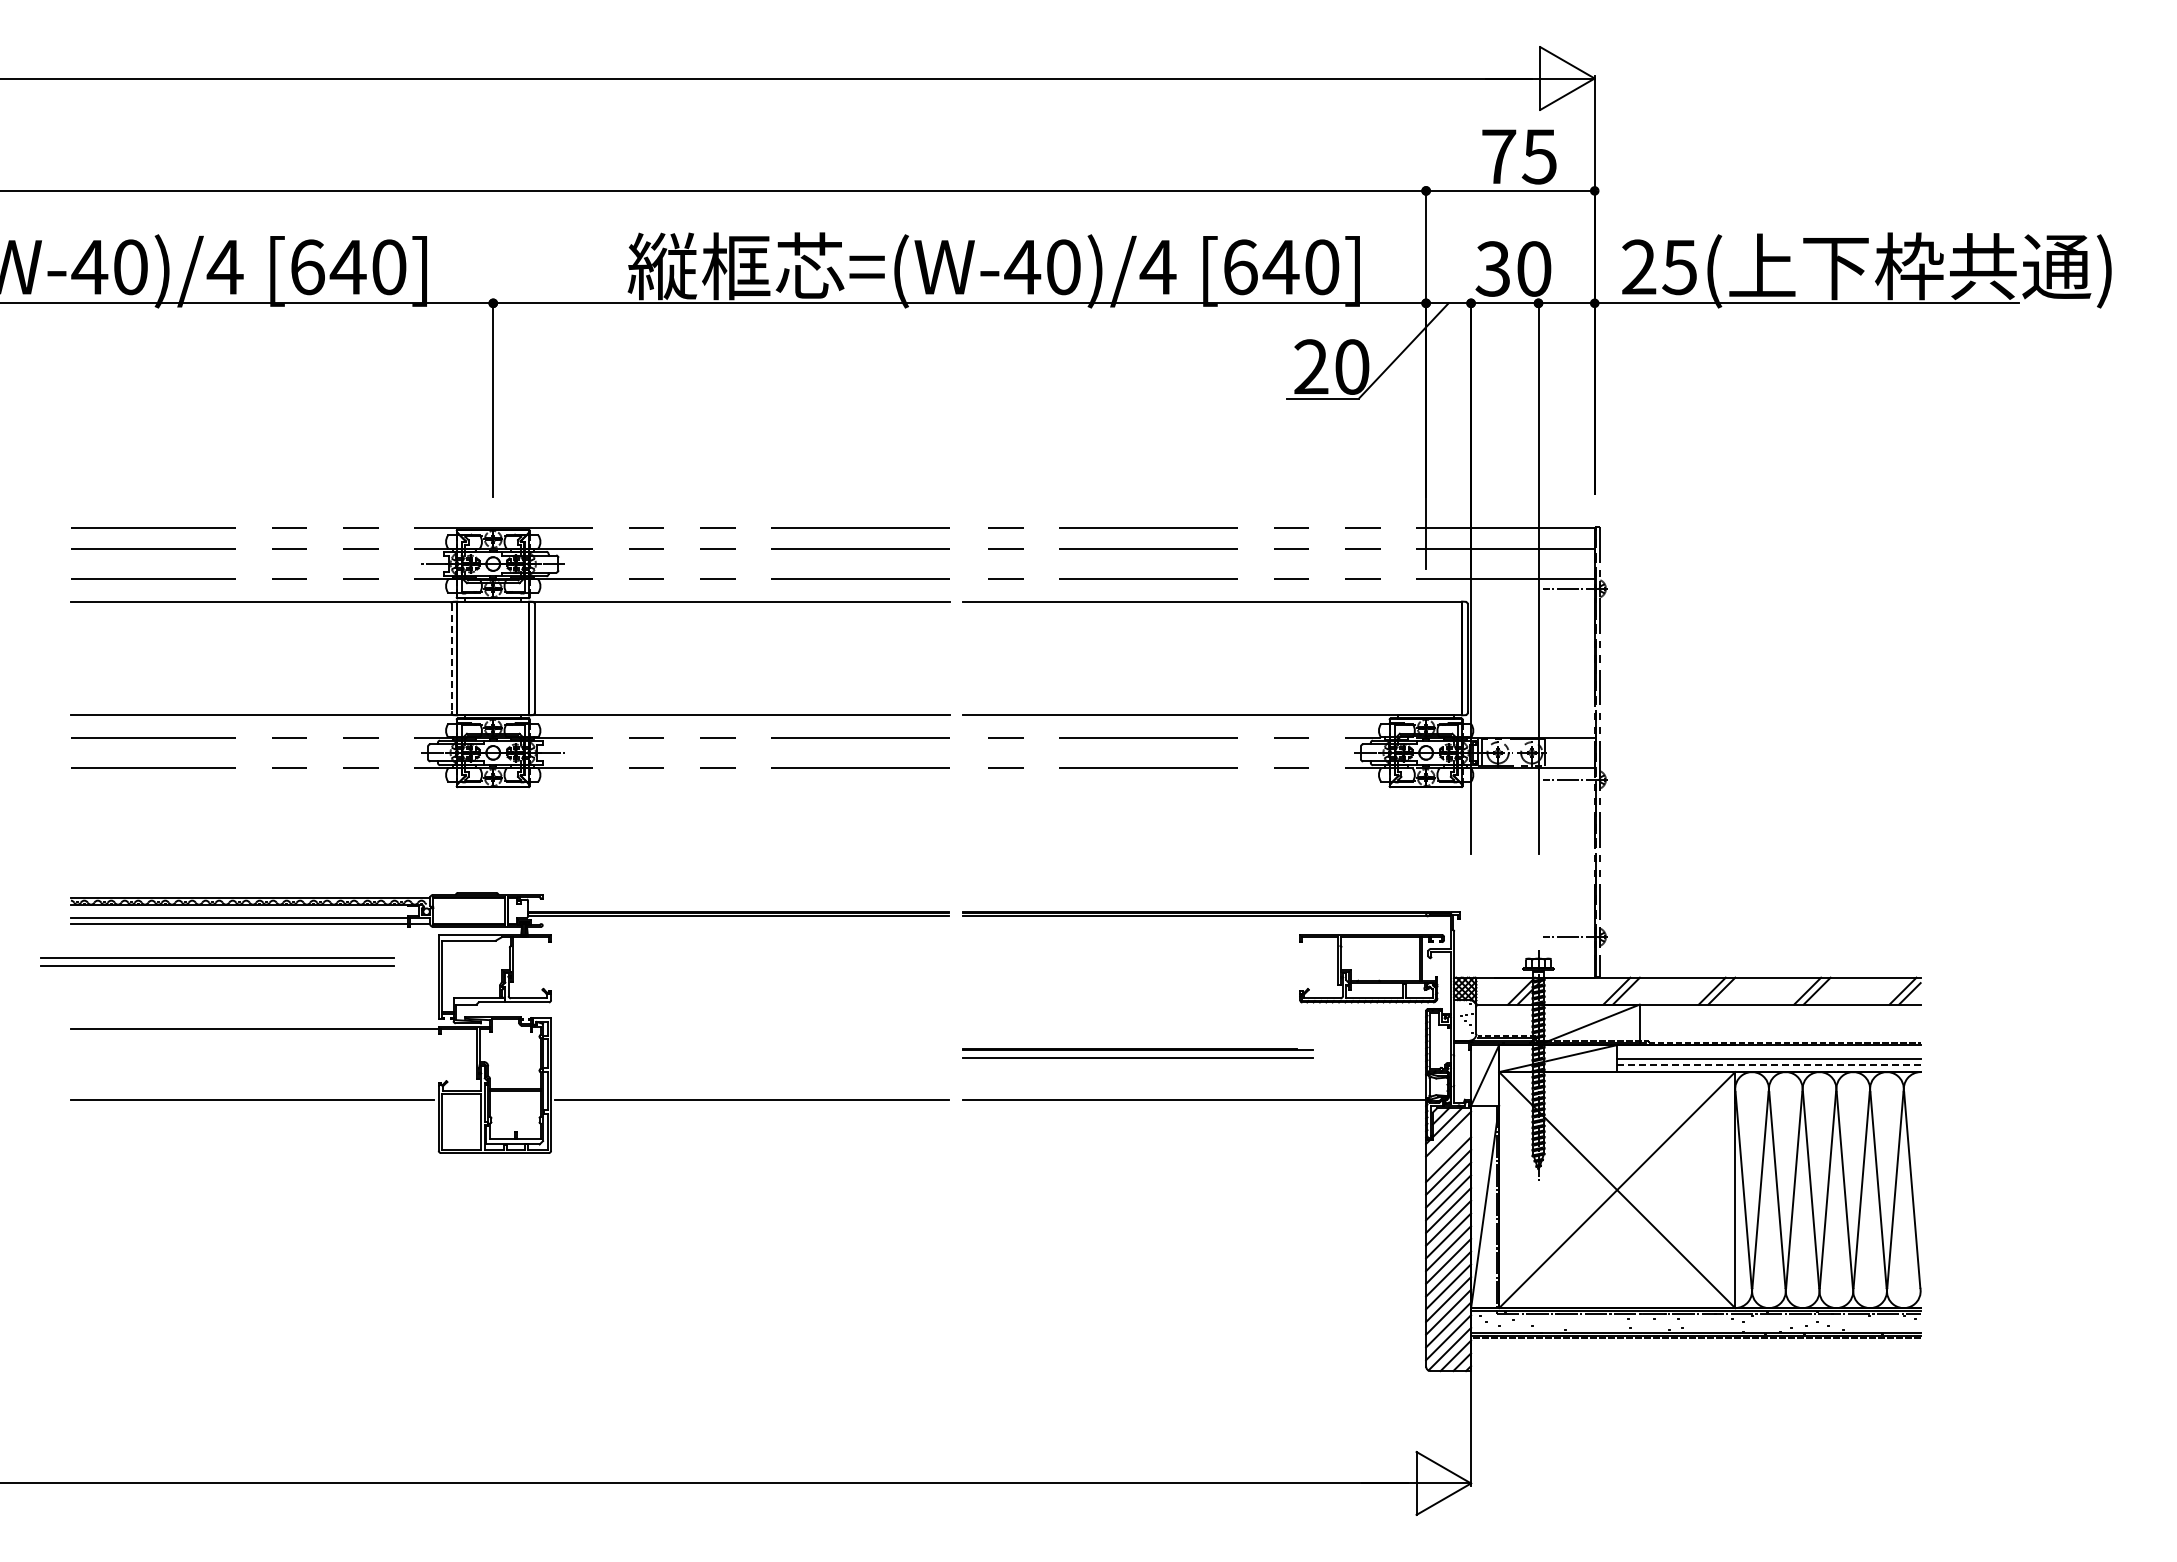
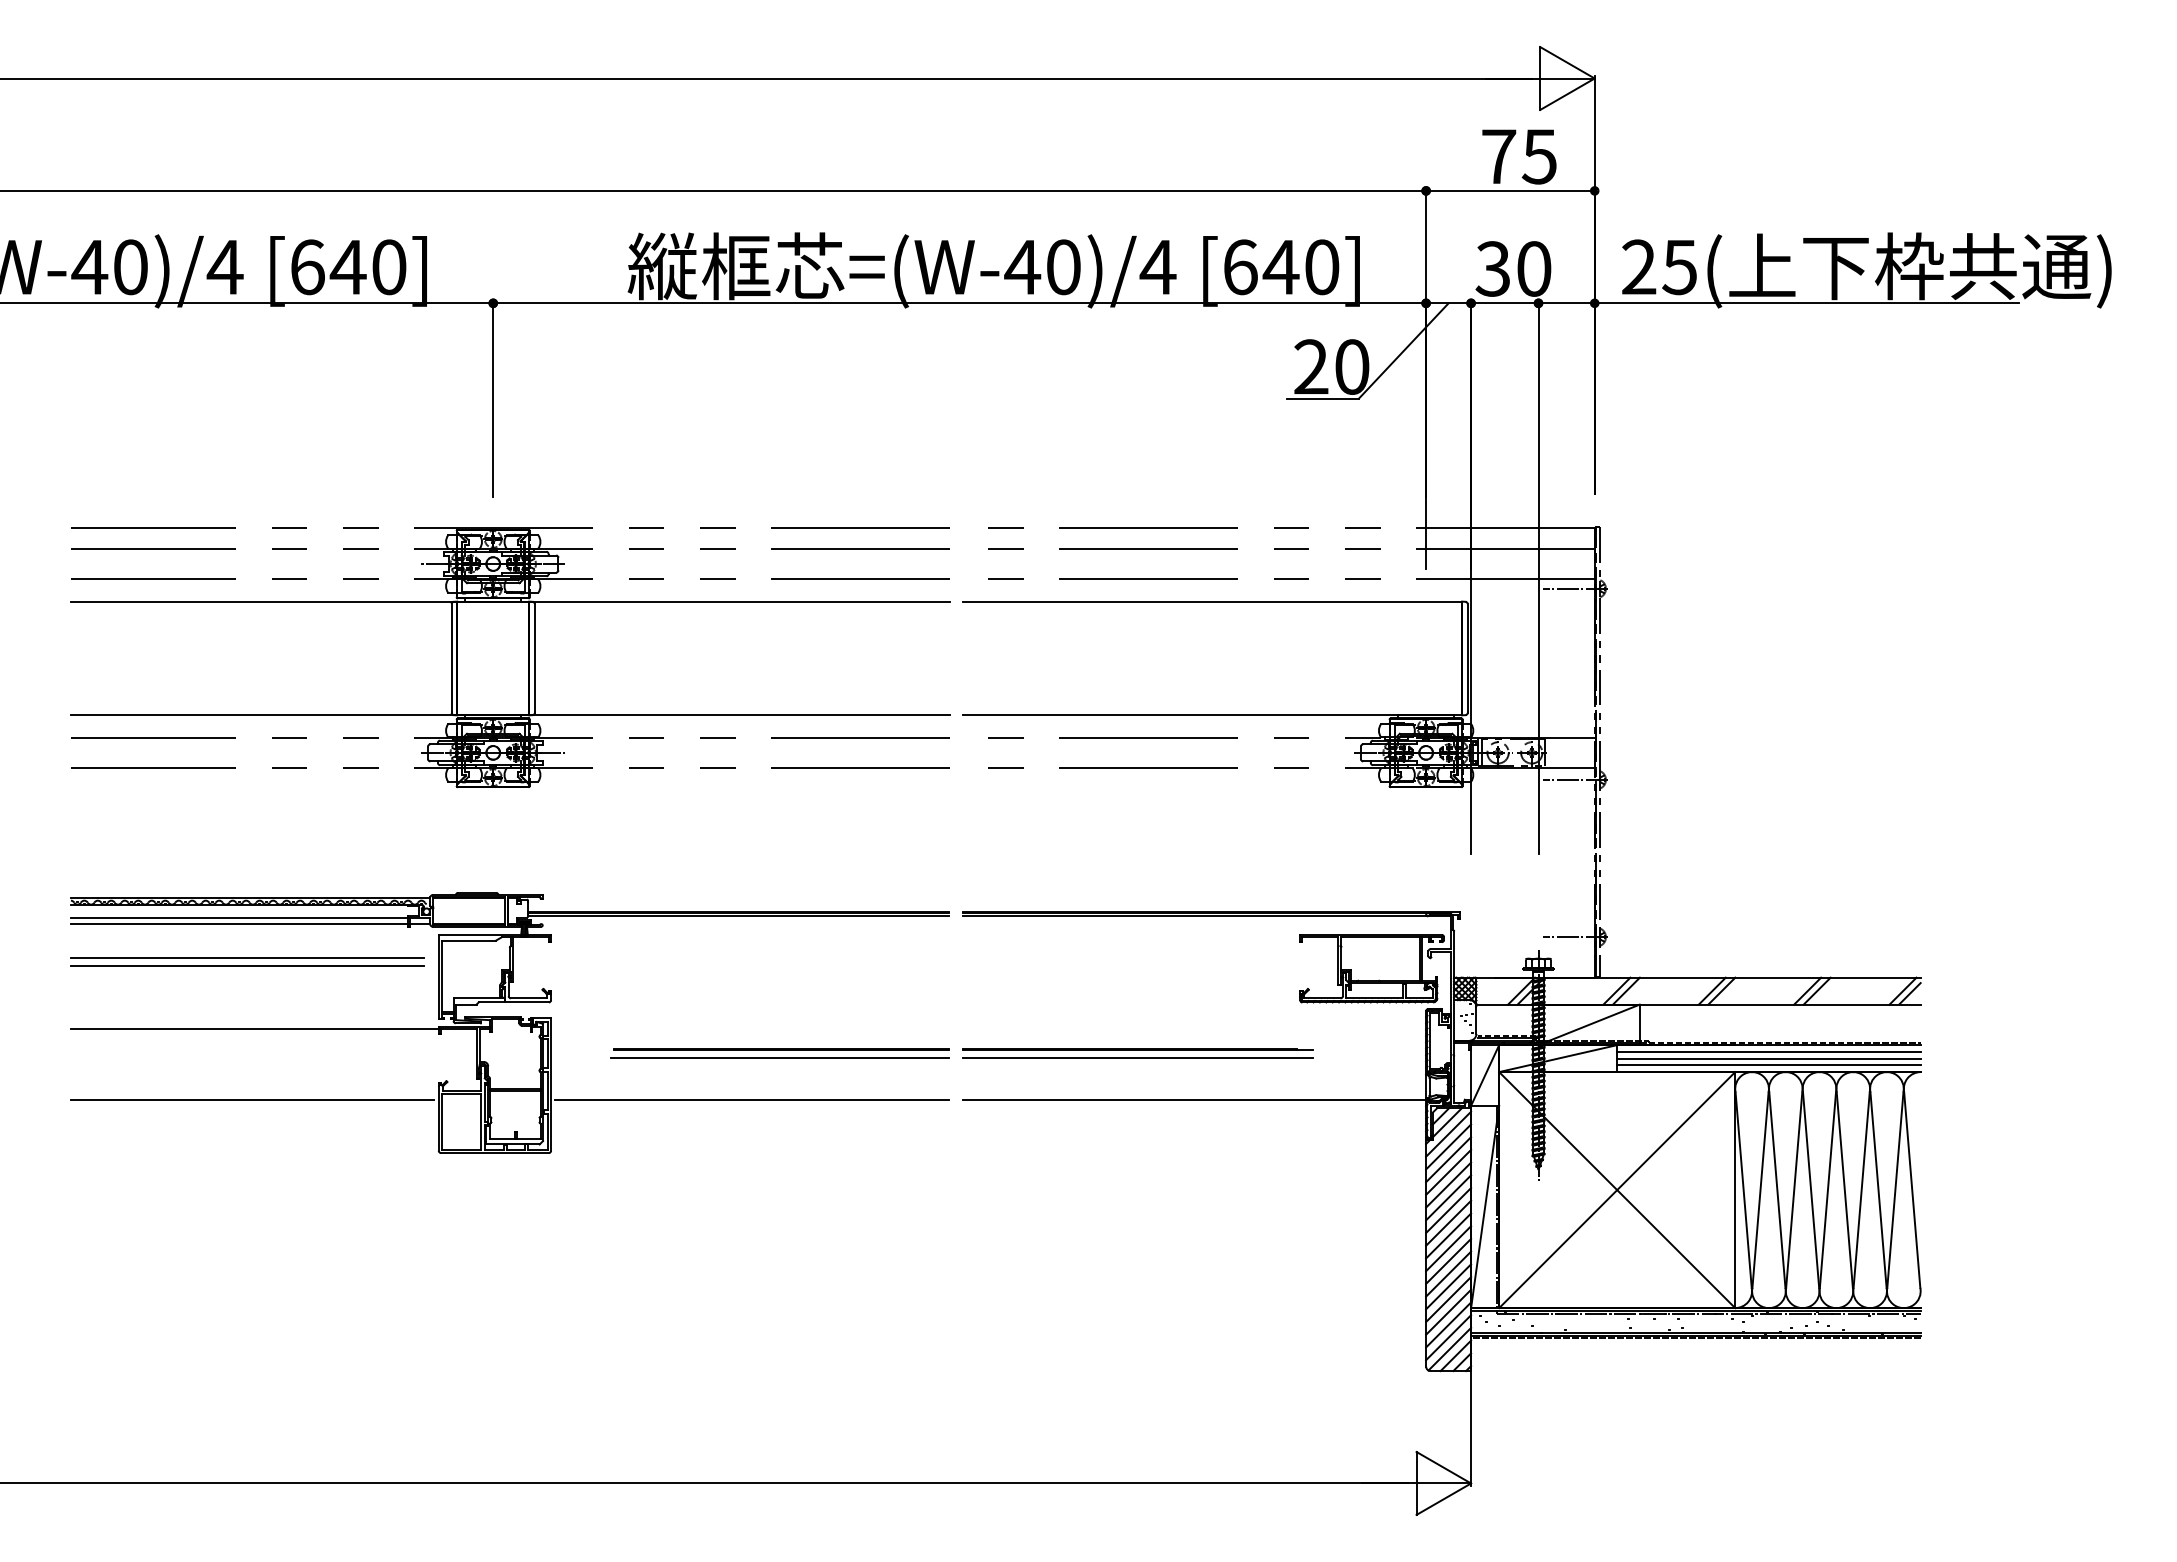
line at (451, 658): dashed -> solid
part at (217, 961) position: (217, 961) -> (247, 961)
line at (1768, 1051): none -> present
part at (779, 1053): none -> present
line at (1768, 1065): dashed -> solid
line at (1448, 1146): none -> present
